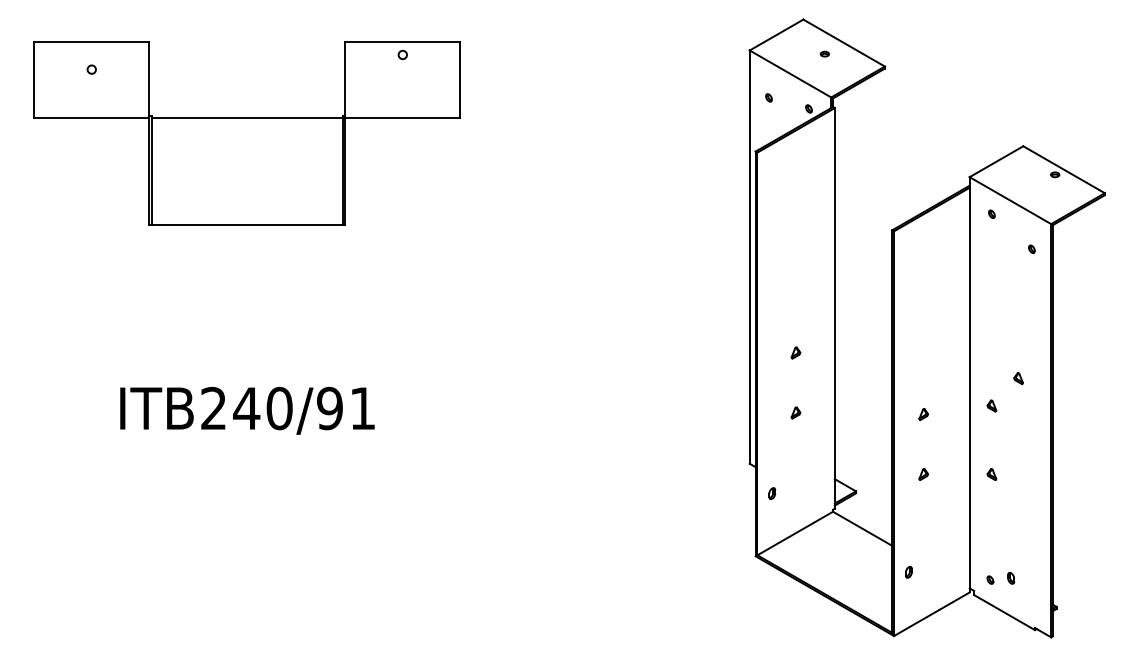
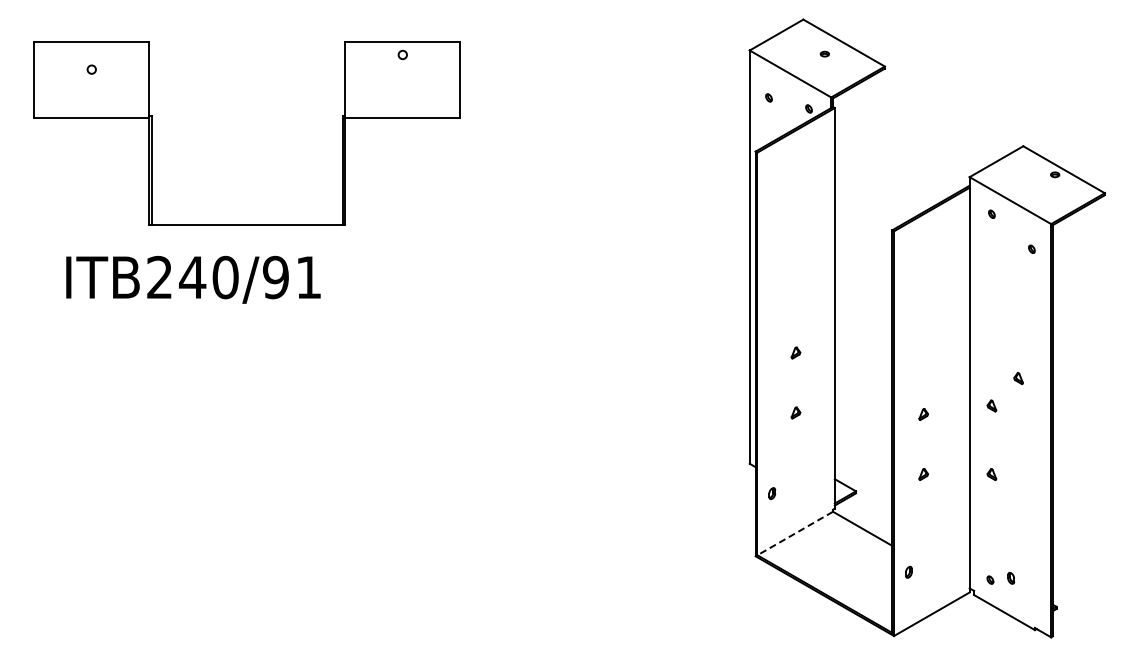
line at (246, 118): present -> none
text at (247, 410) position: (247, 410) -> (193, 279)
line at (795, 533): solid -> dashed
